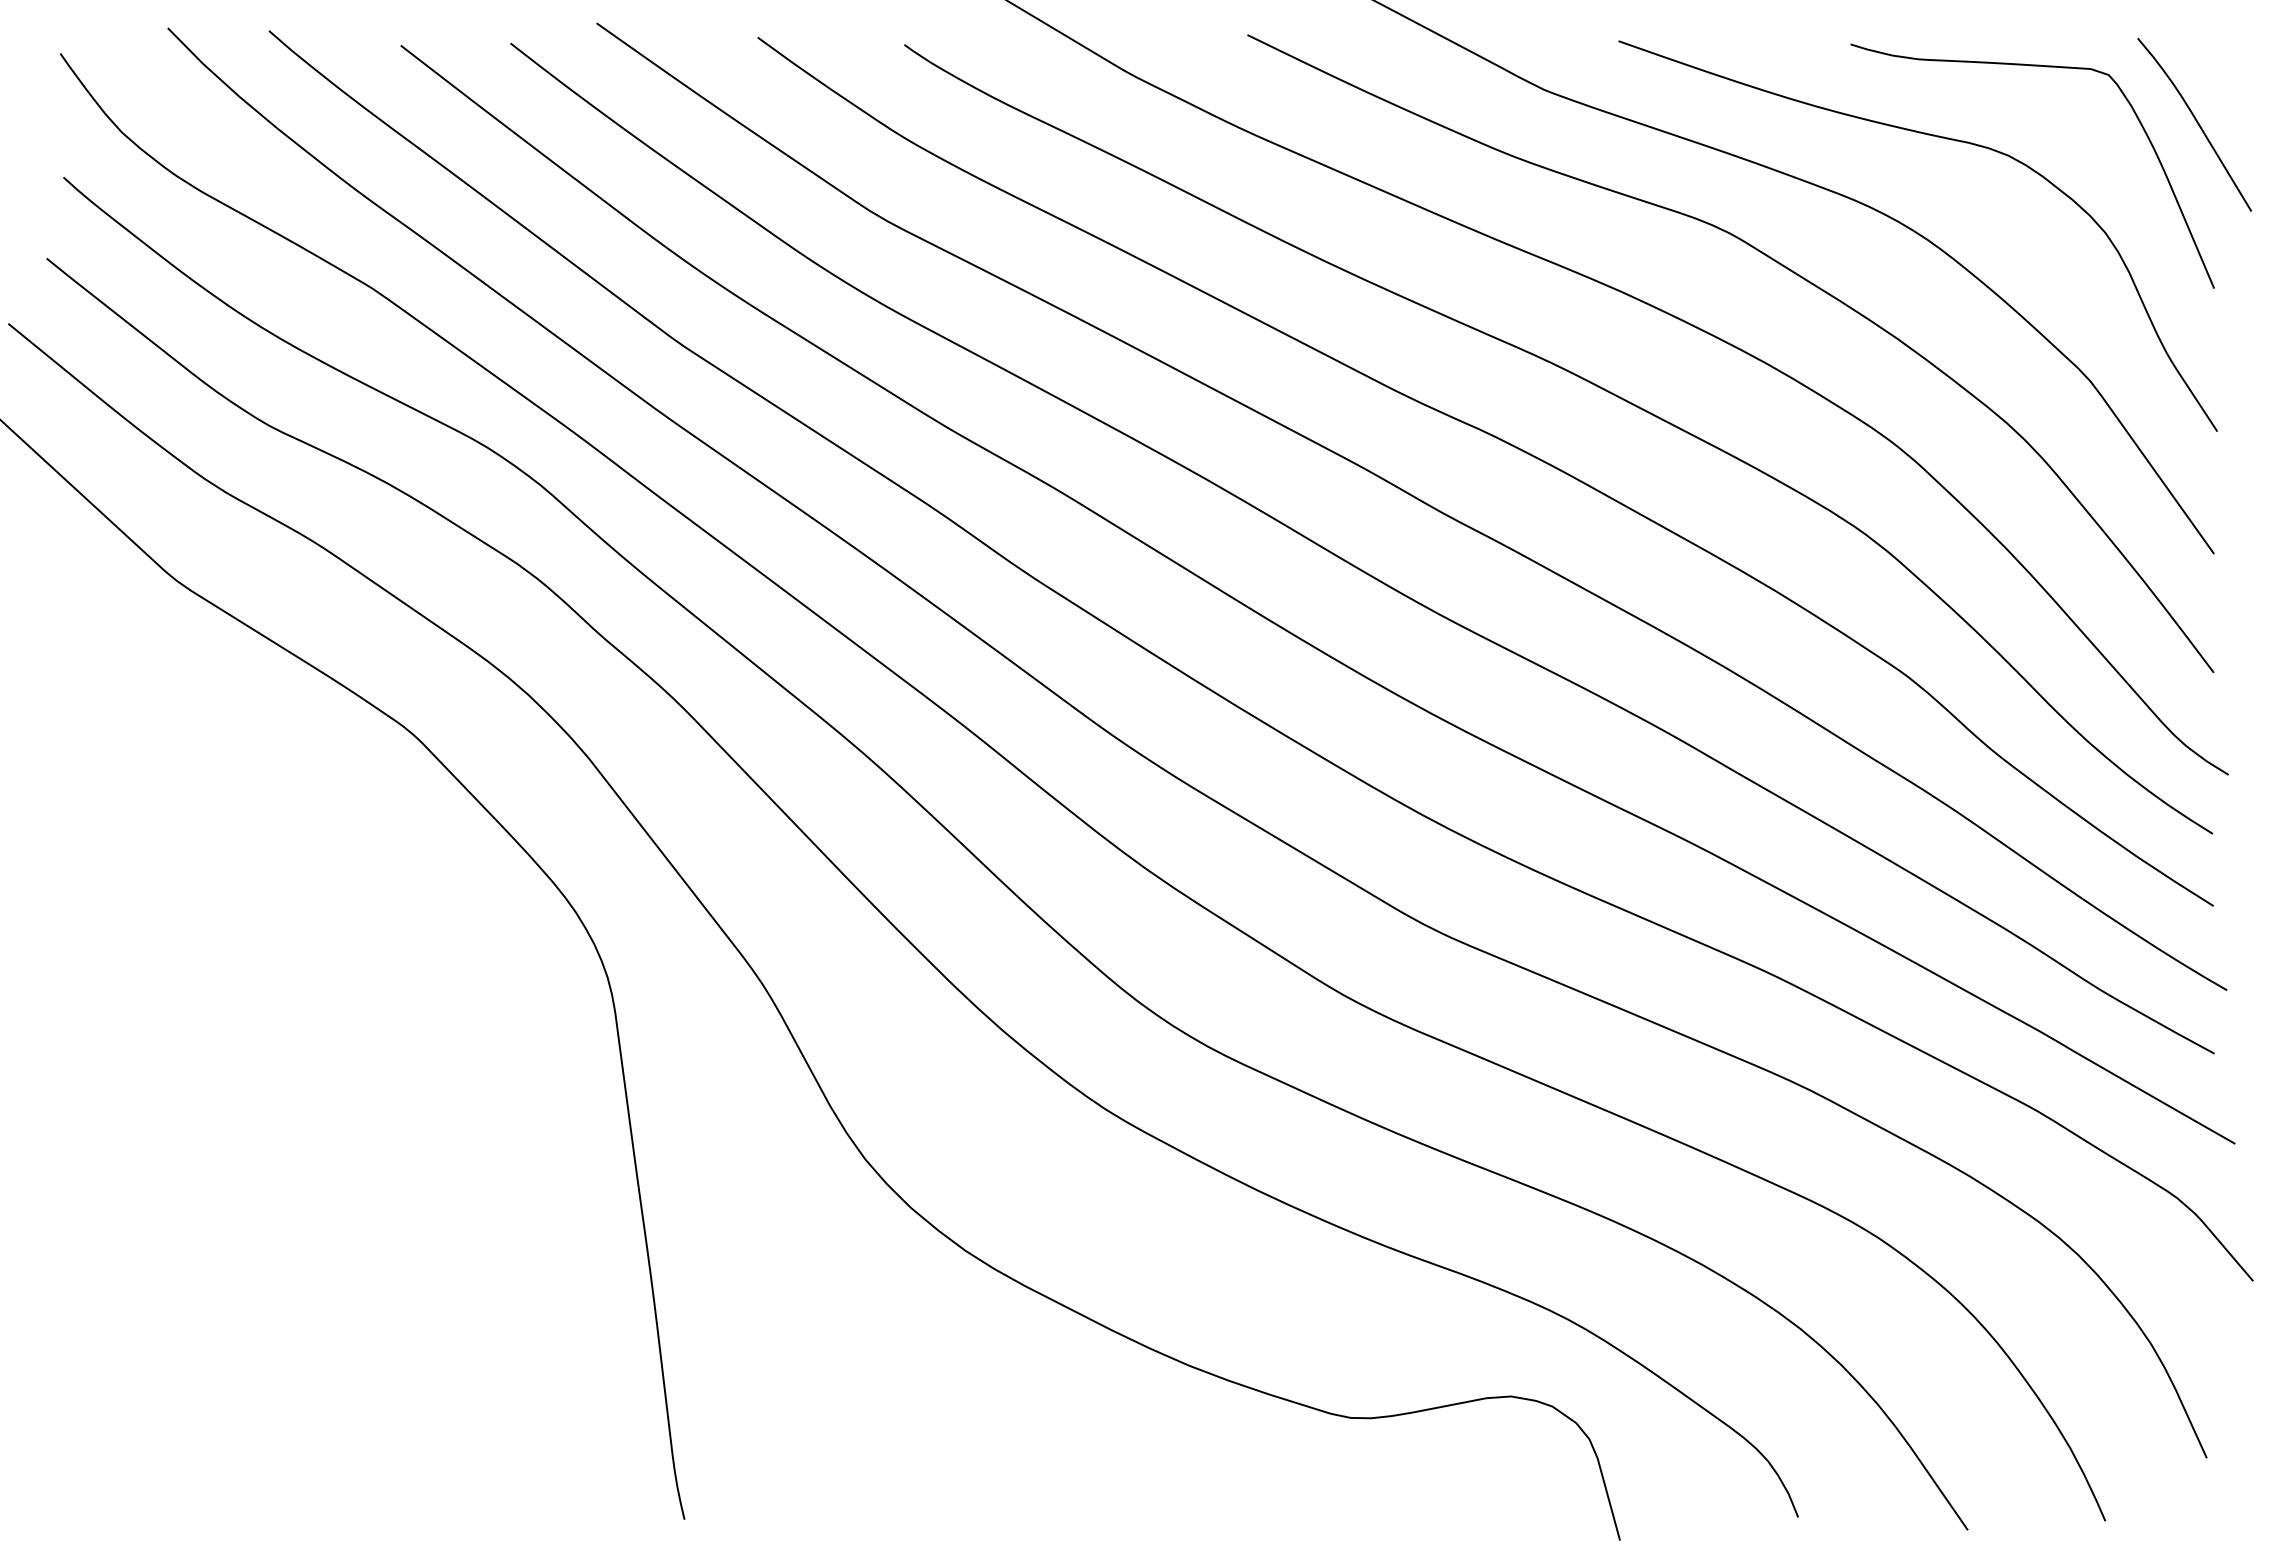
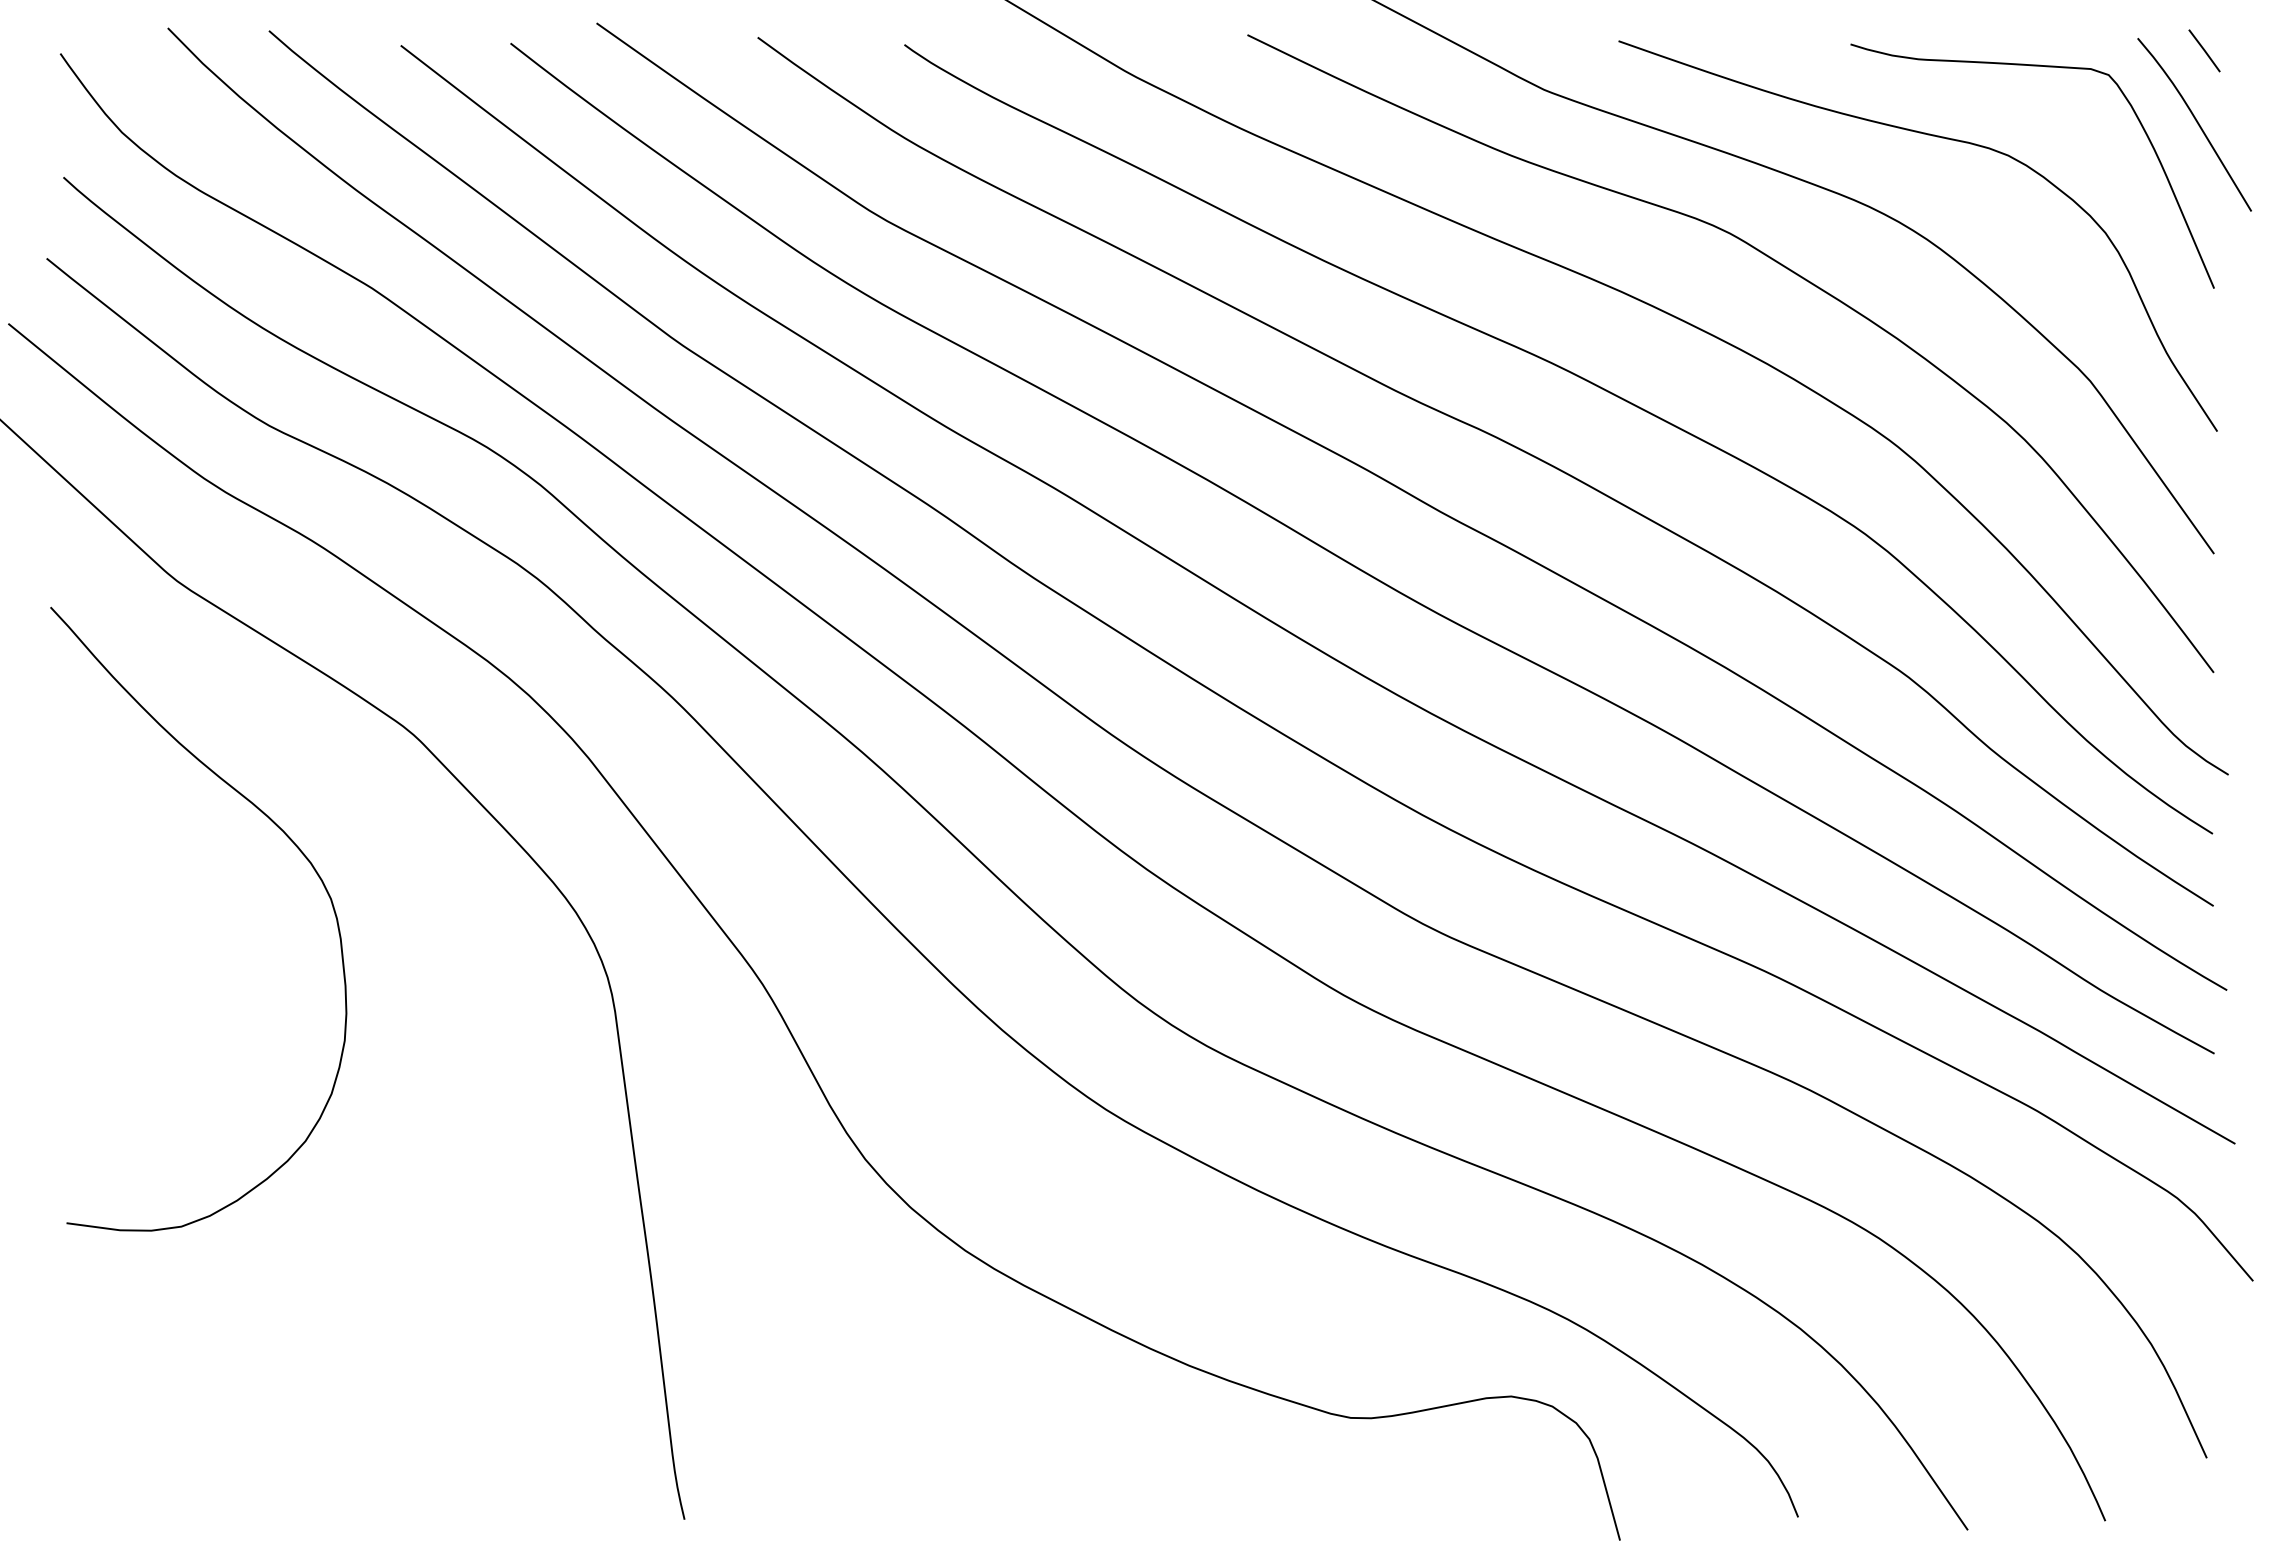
line at (2204, 50): none -> present
curve at (285, 835): none -> present
